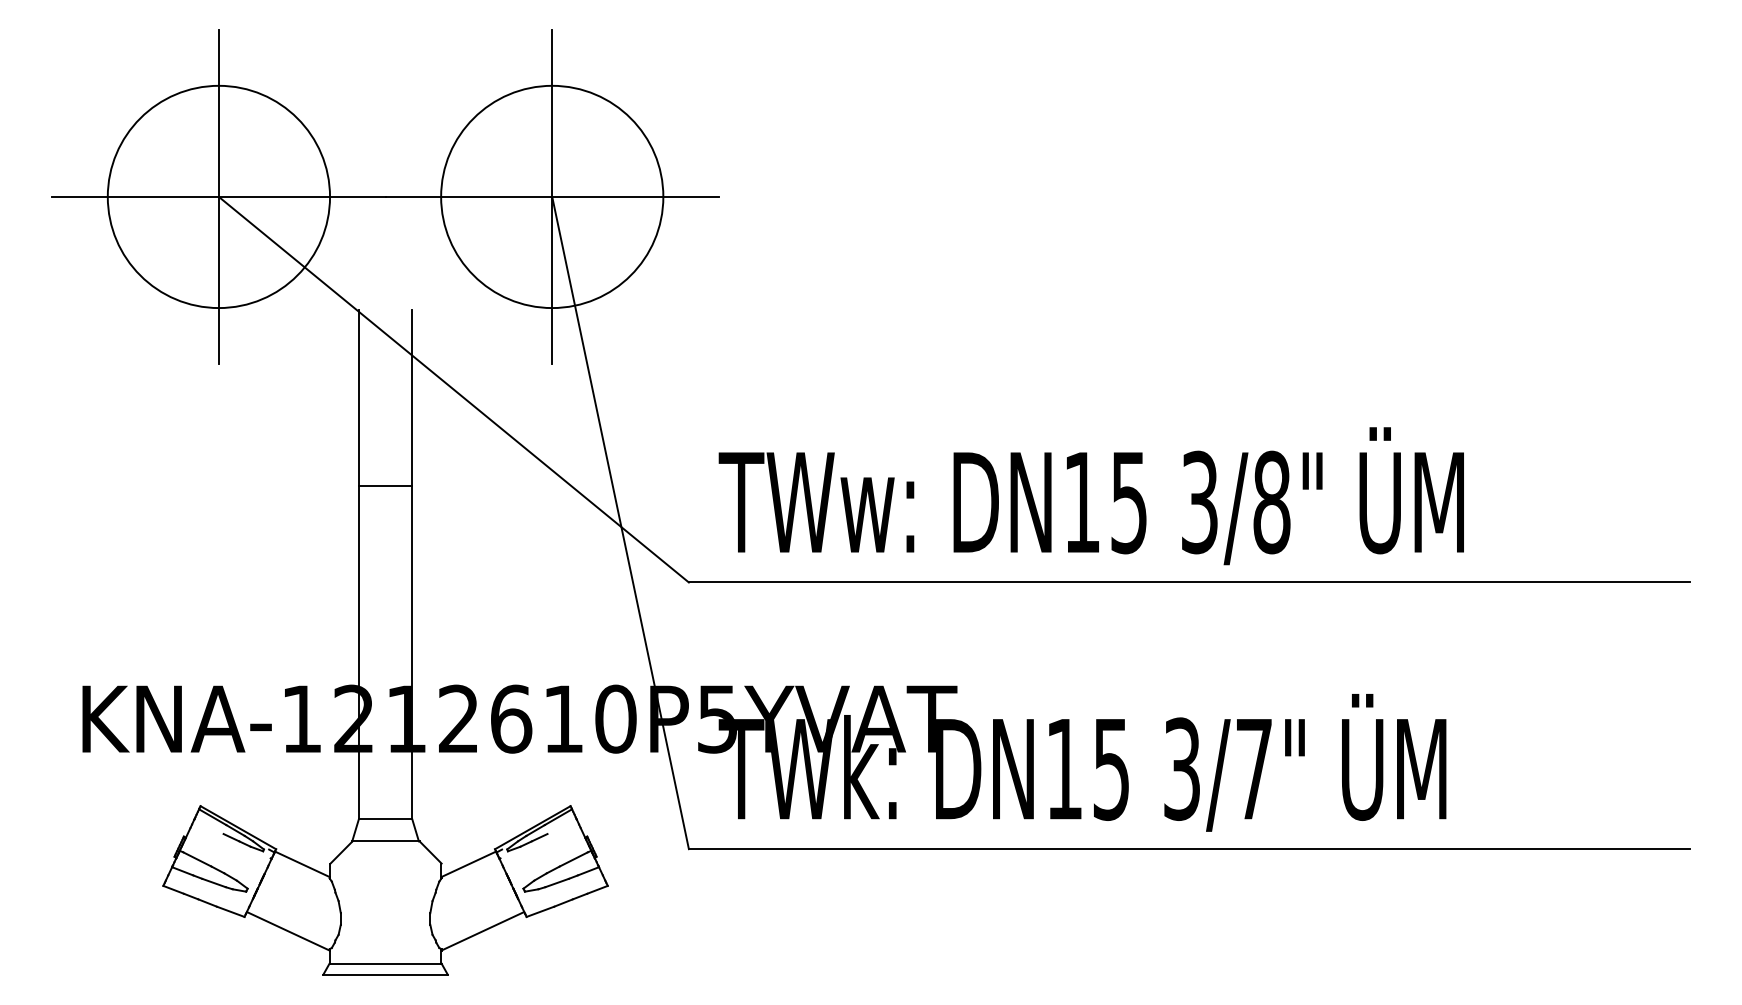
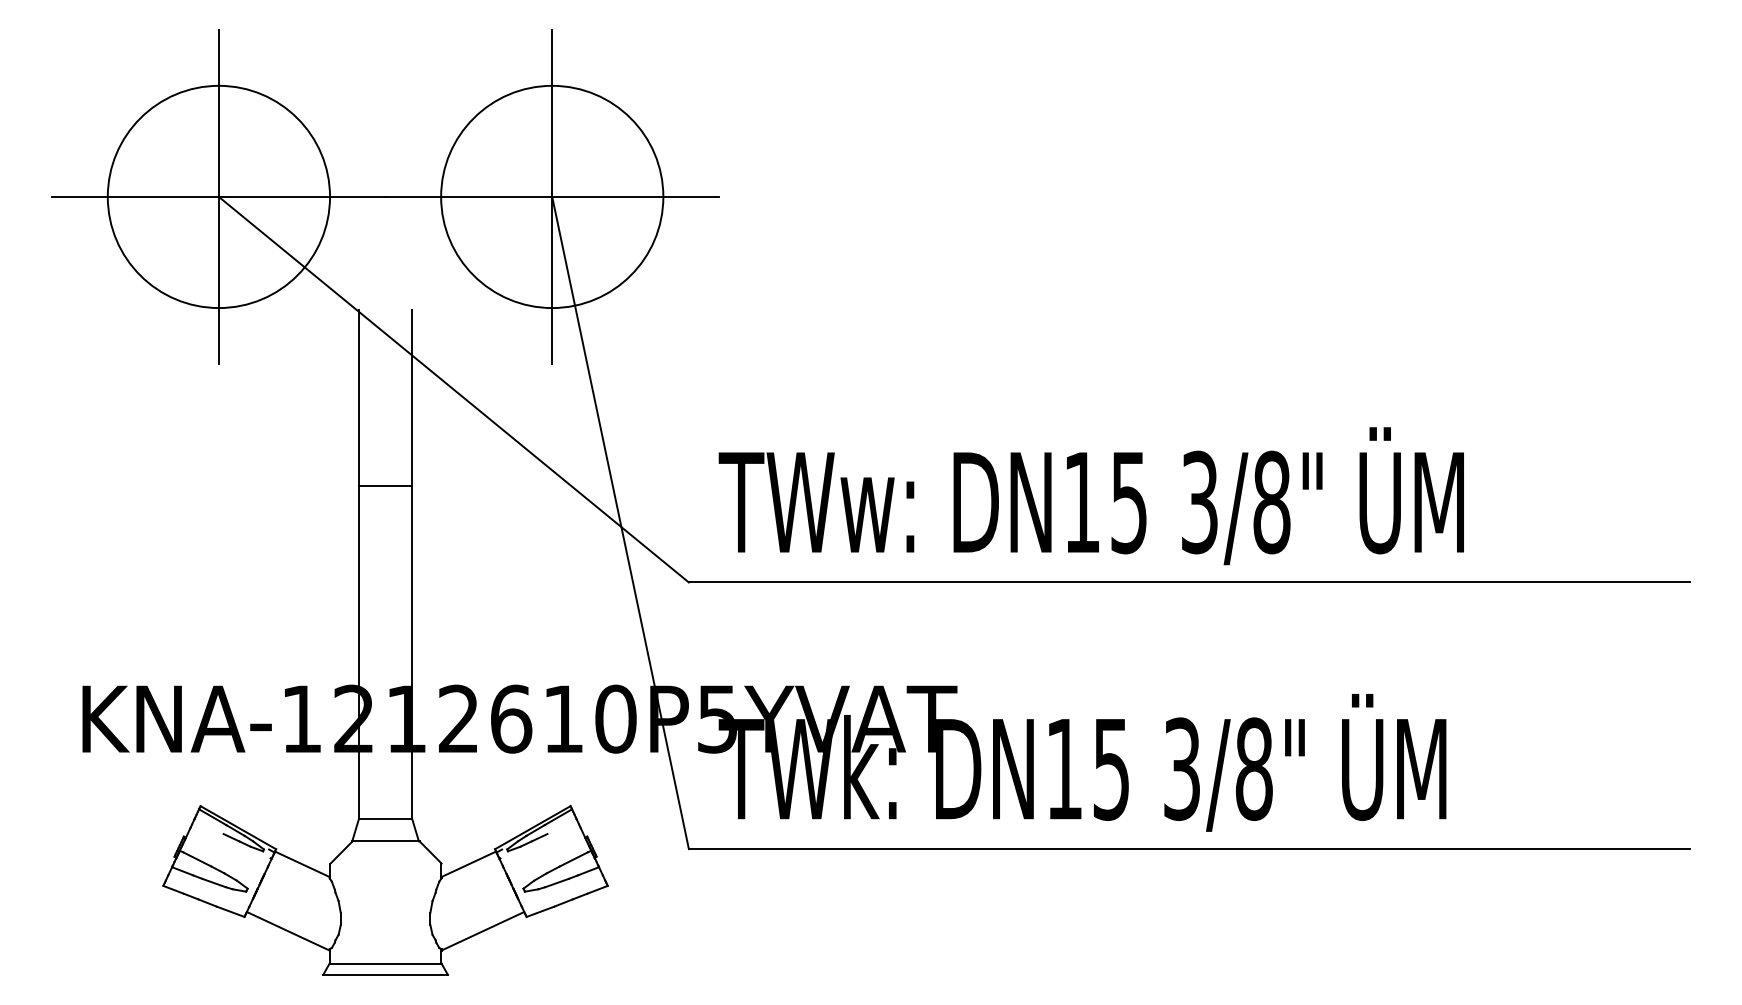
text at (1253, 768): 3/7" -> 3/8"
